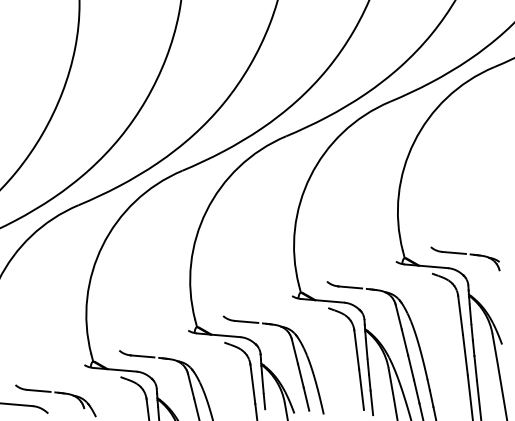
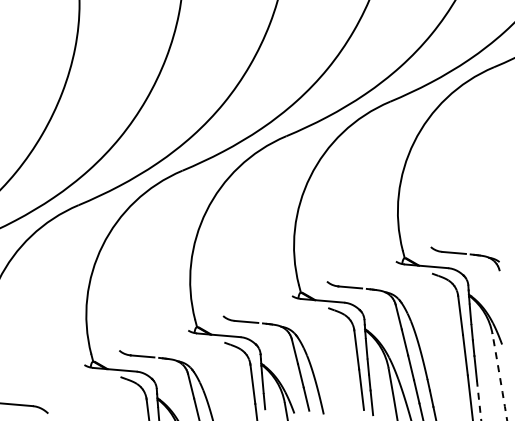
arc at (499, 377): solid -> dashed
part at (55, 393): present -> none
line at (479, 400): solid -> dashed
